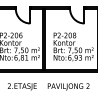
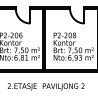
text at (68, 86) position: (68, 86) -> (63, 86)
